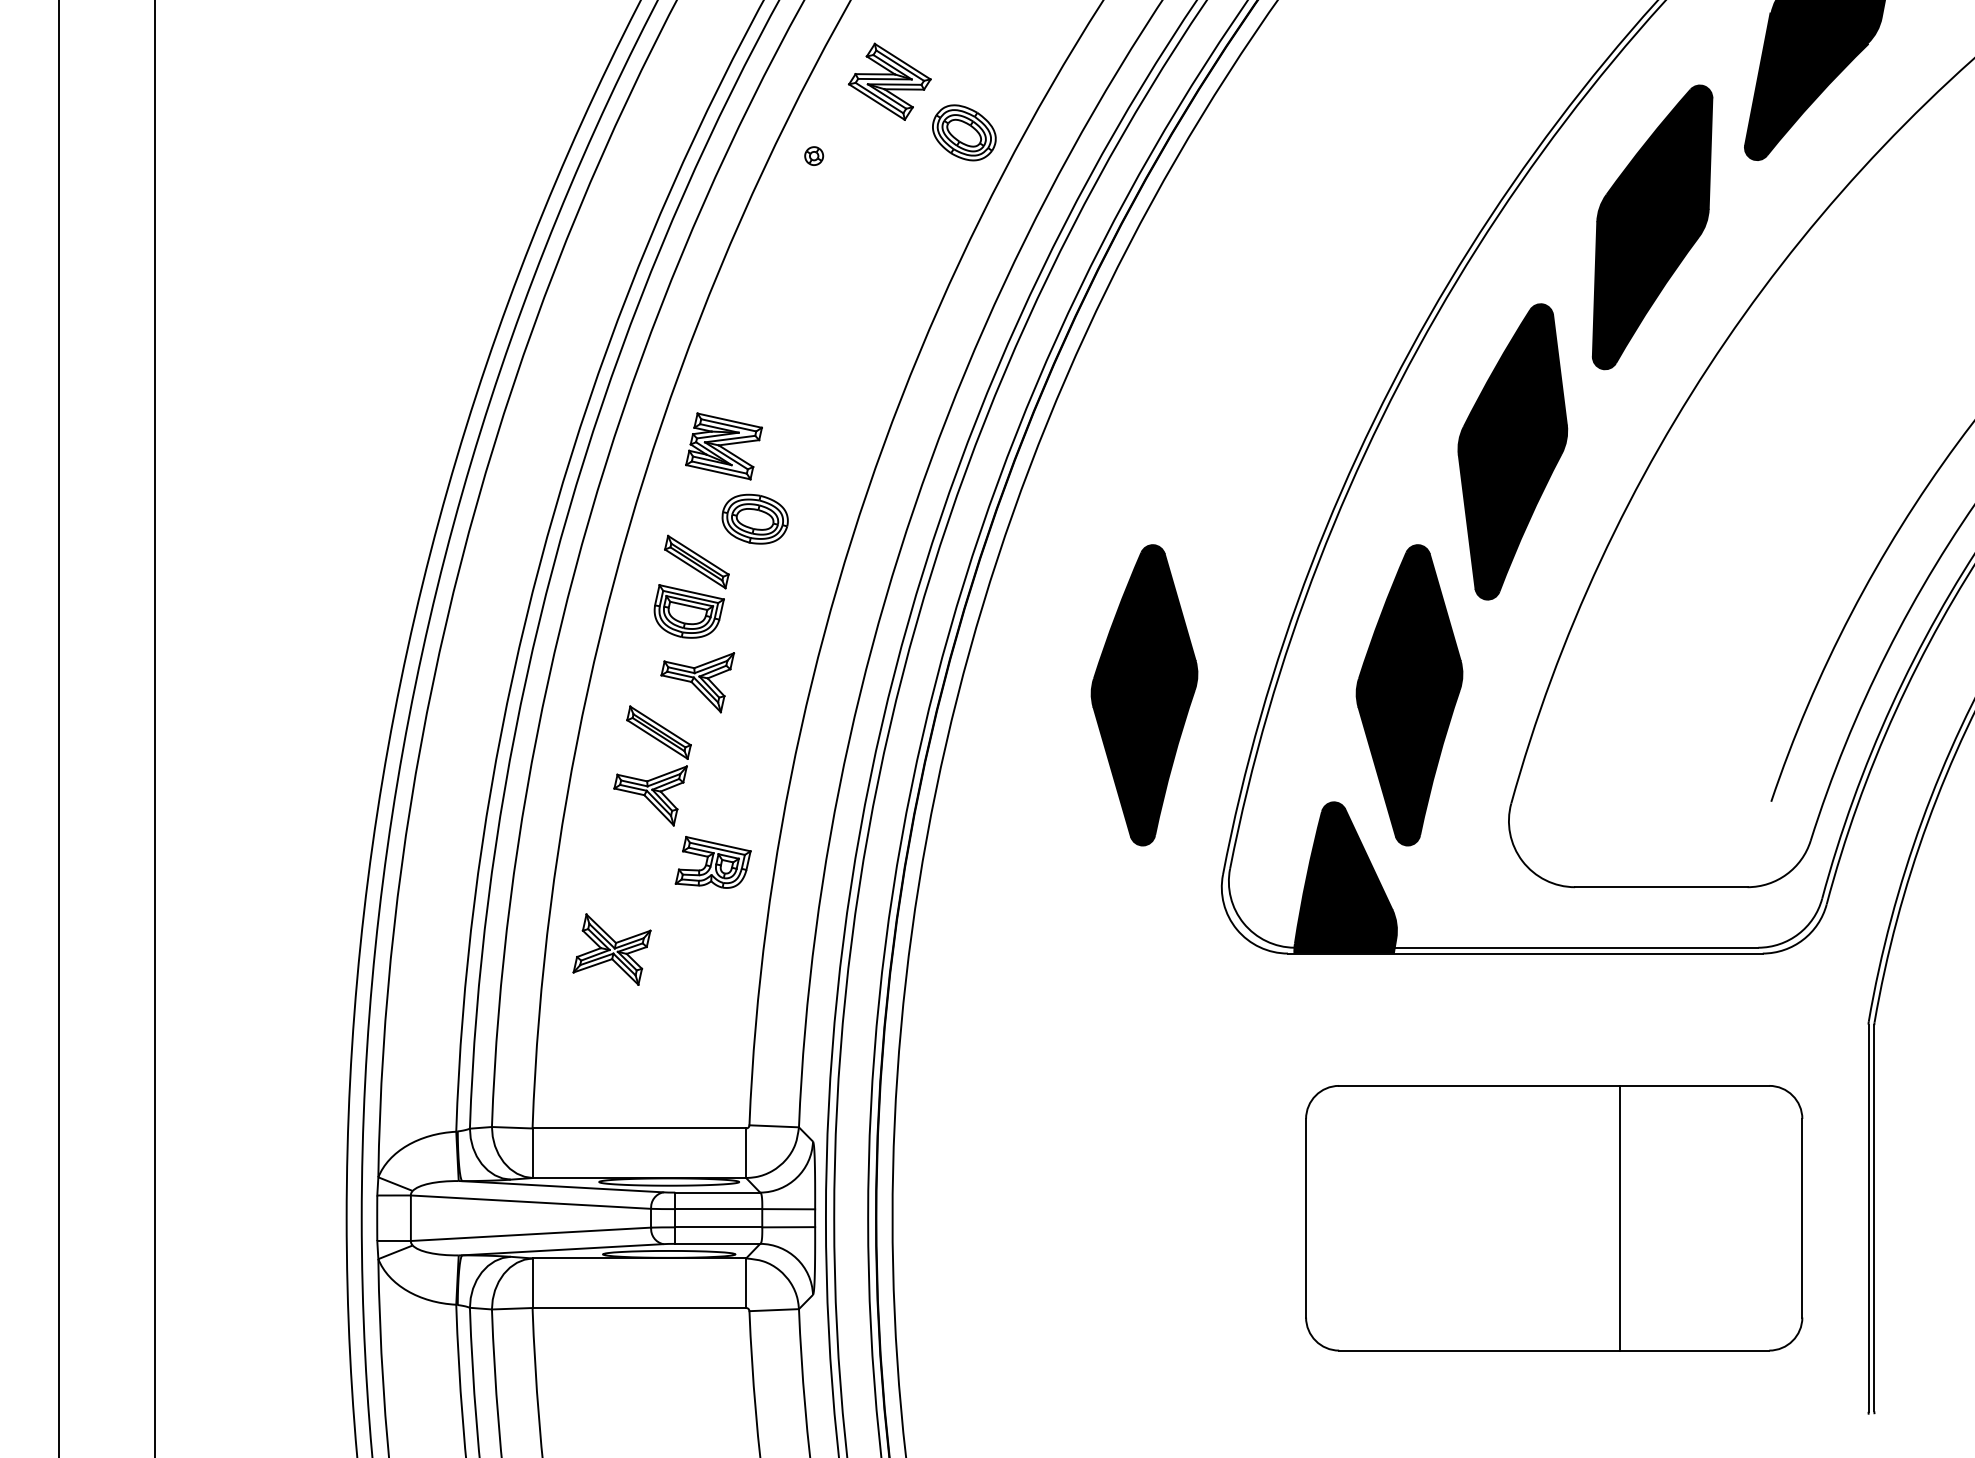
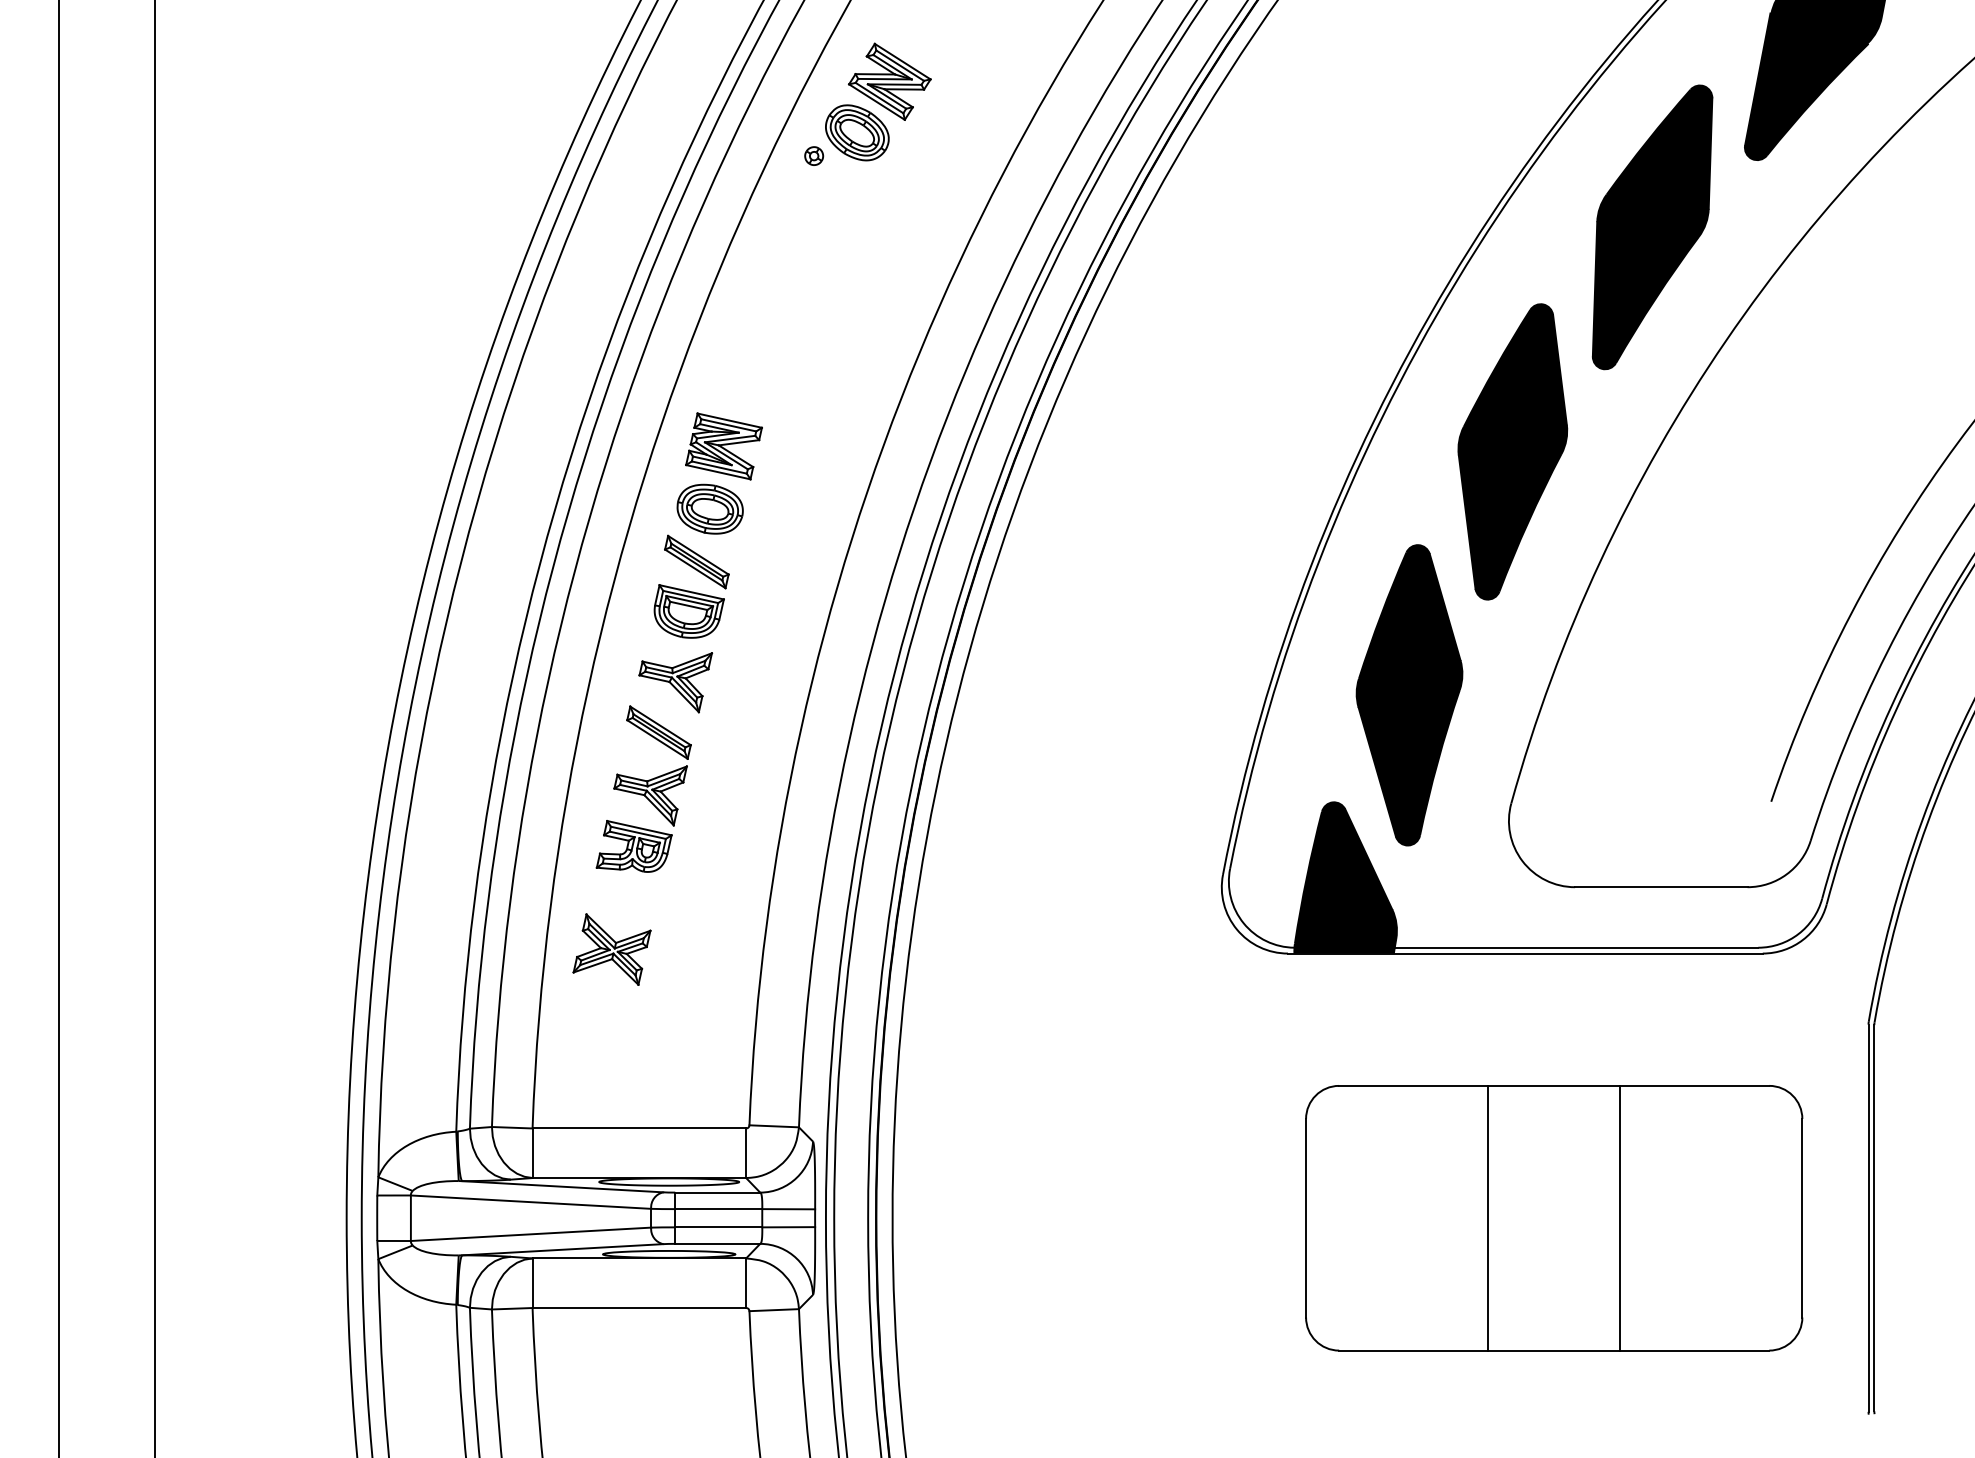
part at (964, 132) position: (964, 132) -> (857, 132)
part at (754, 518) position: (754, 518) -> (709, 508)
part at (697, 682) position: (697, 682) -> (675, 682)
part at (1144, 695): present -> none
part at (712, 862) position: (712, 862) -> (633, 846)
line at (1488, 1217): none -> present
